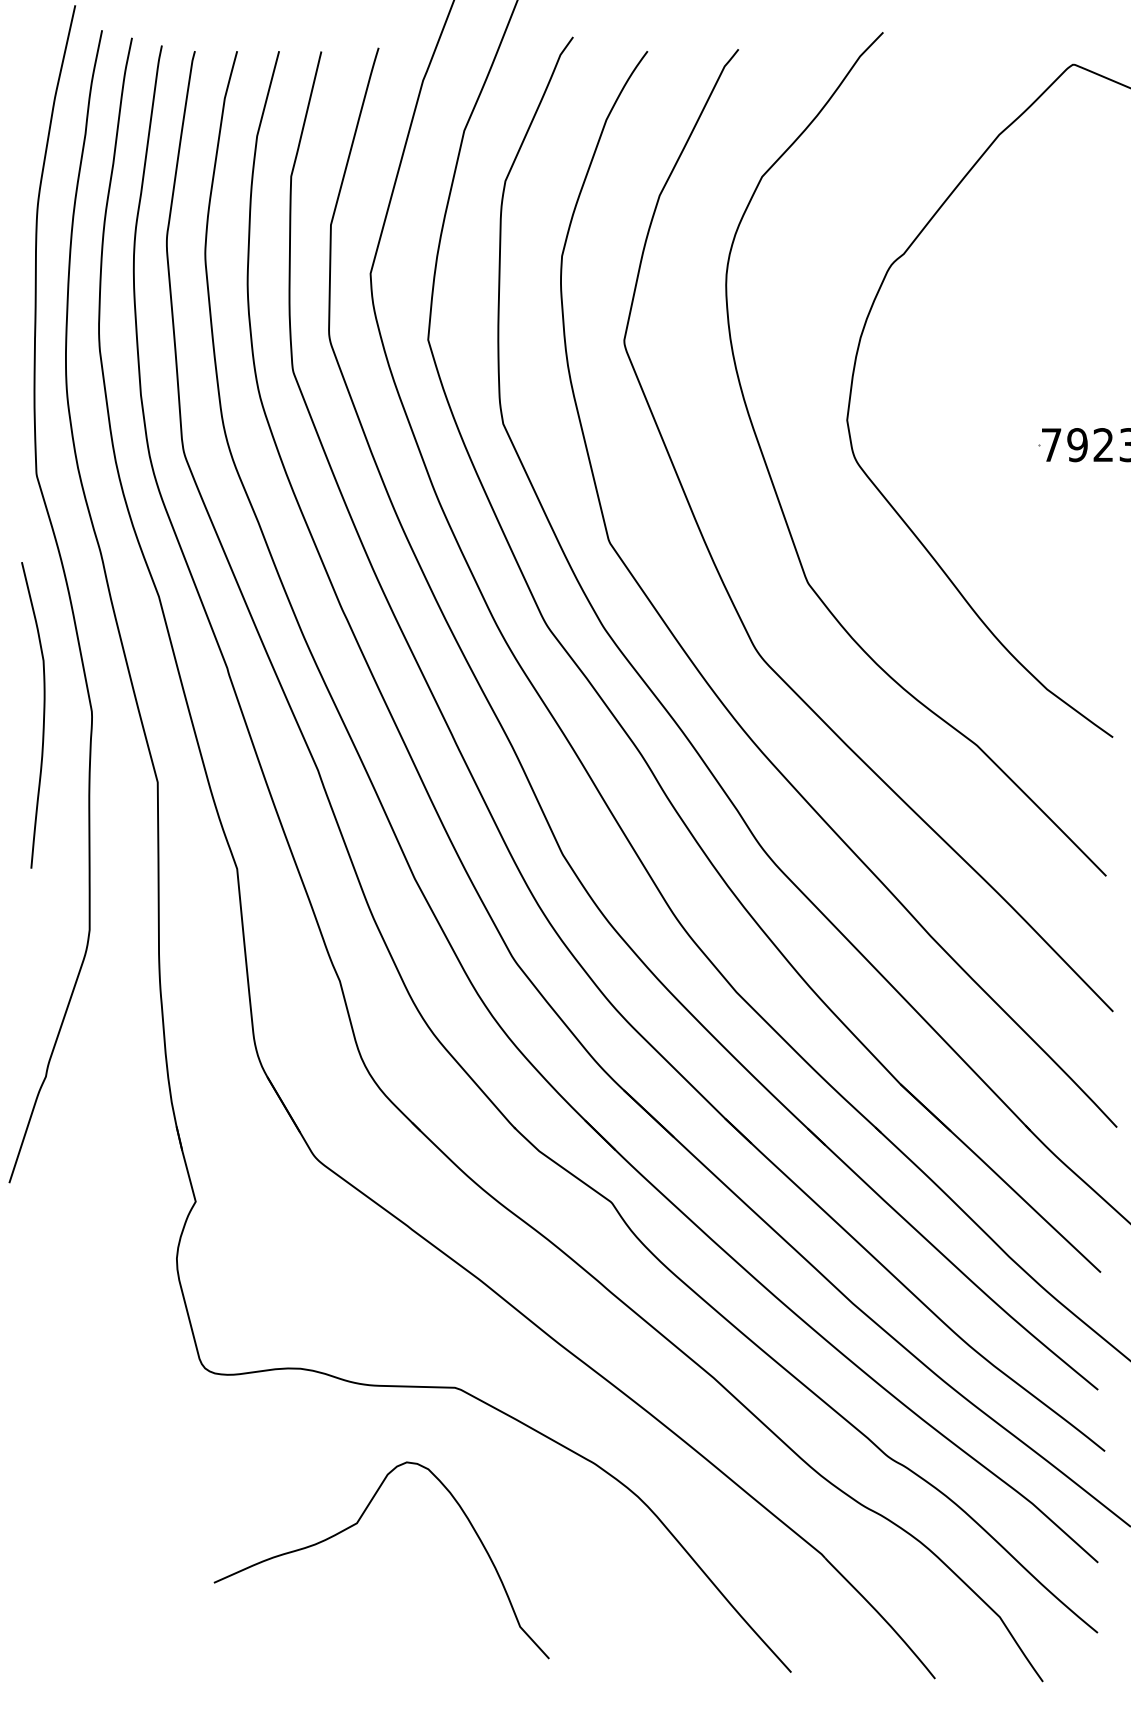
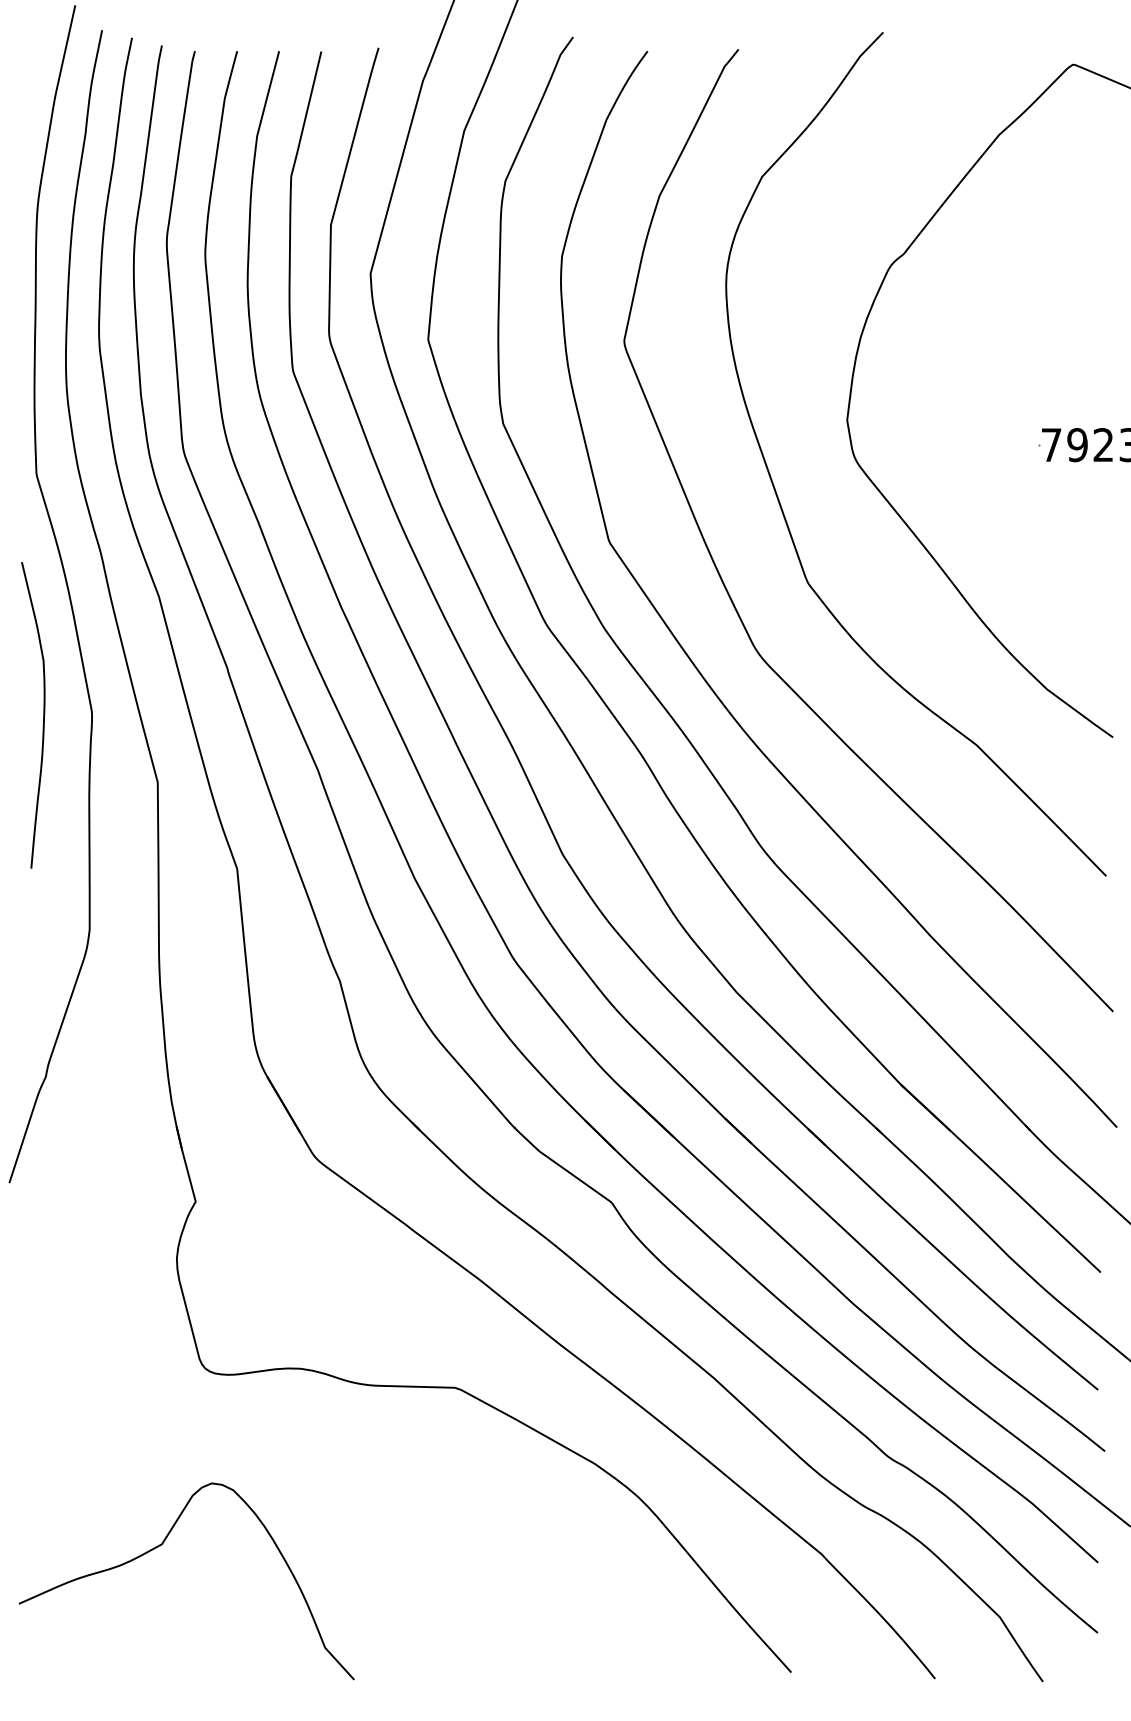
curve at (357, 1524) position: (357, 1524) -> (162, 1545)
